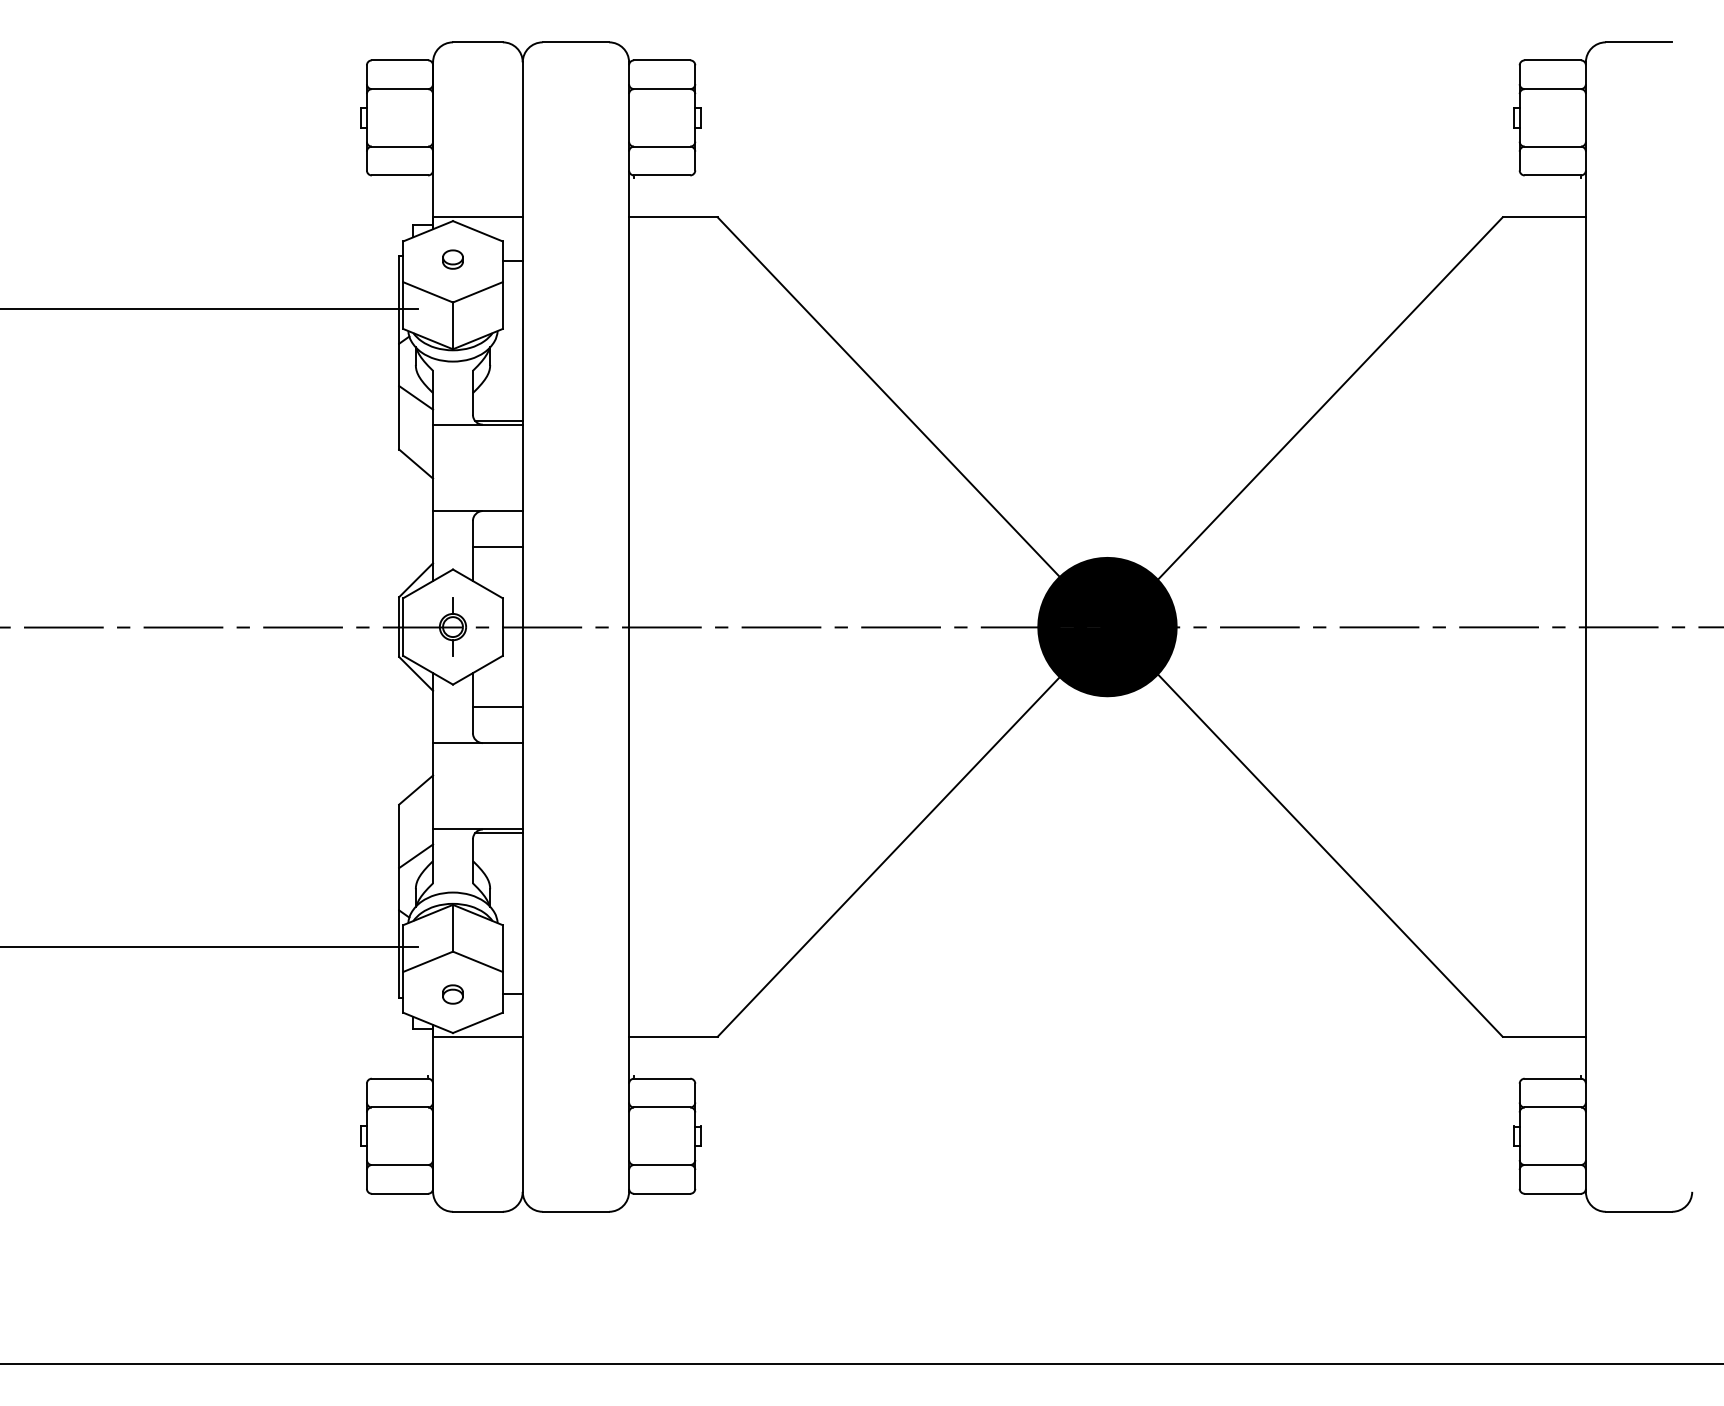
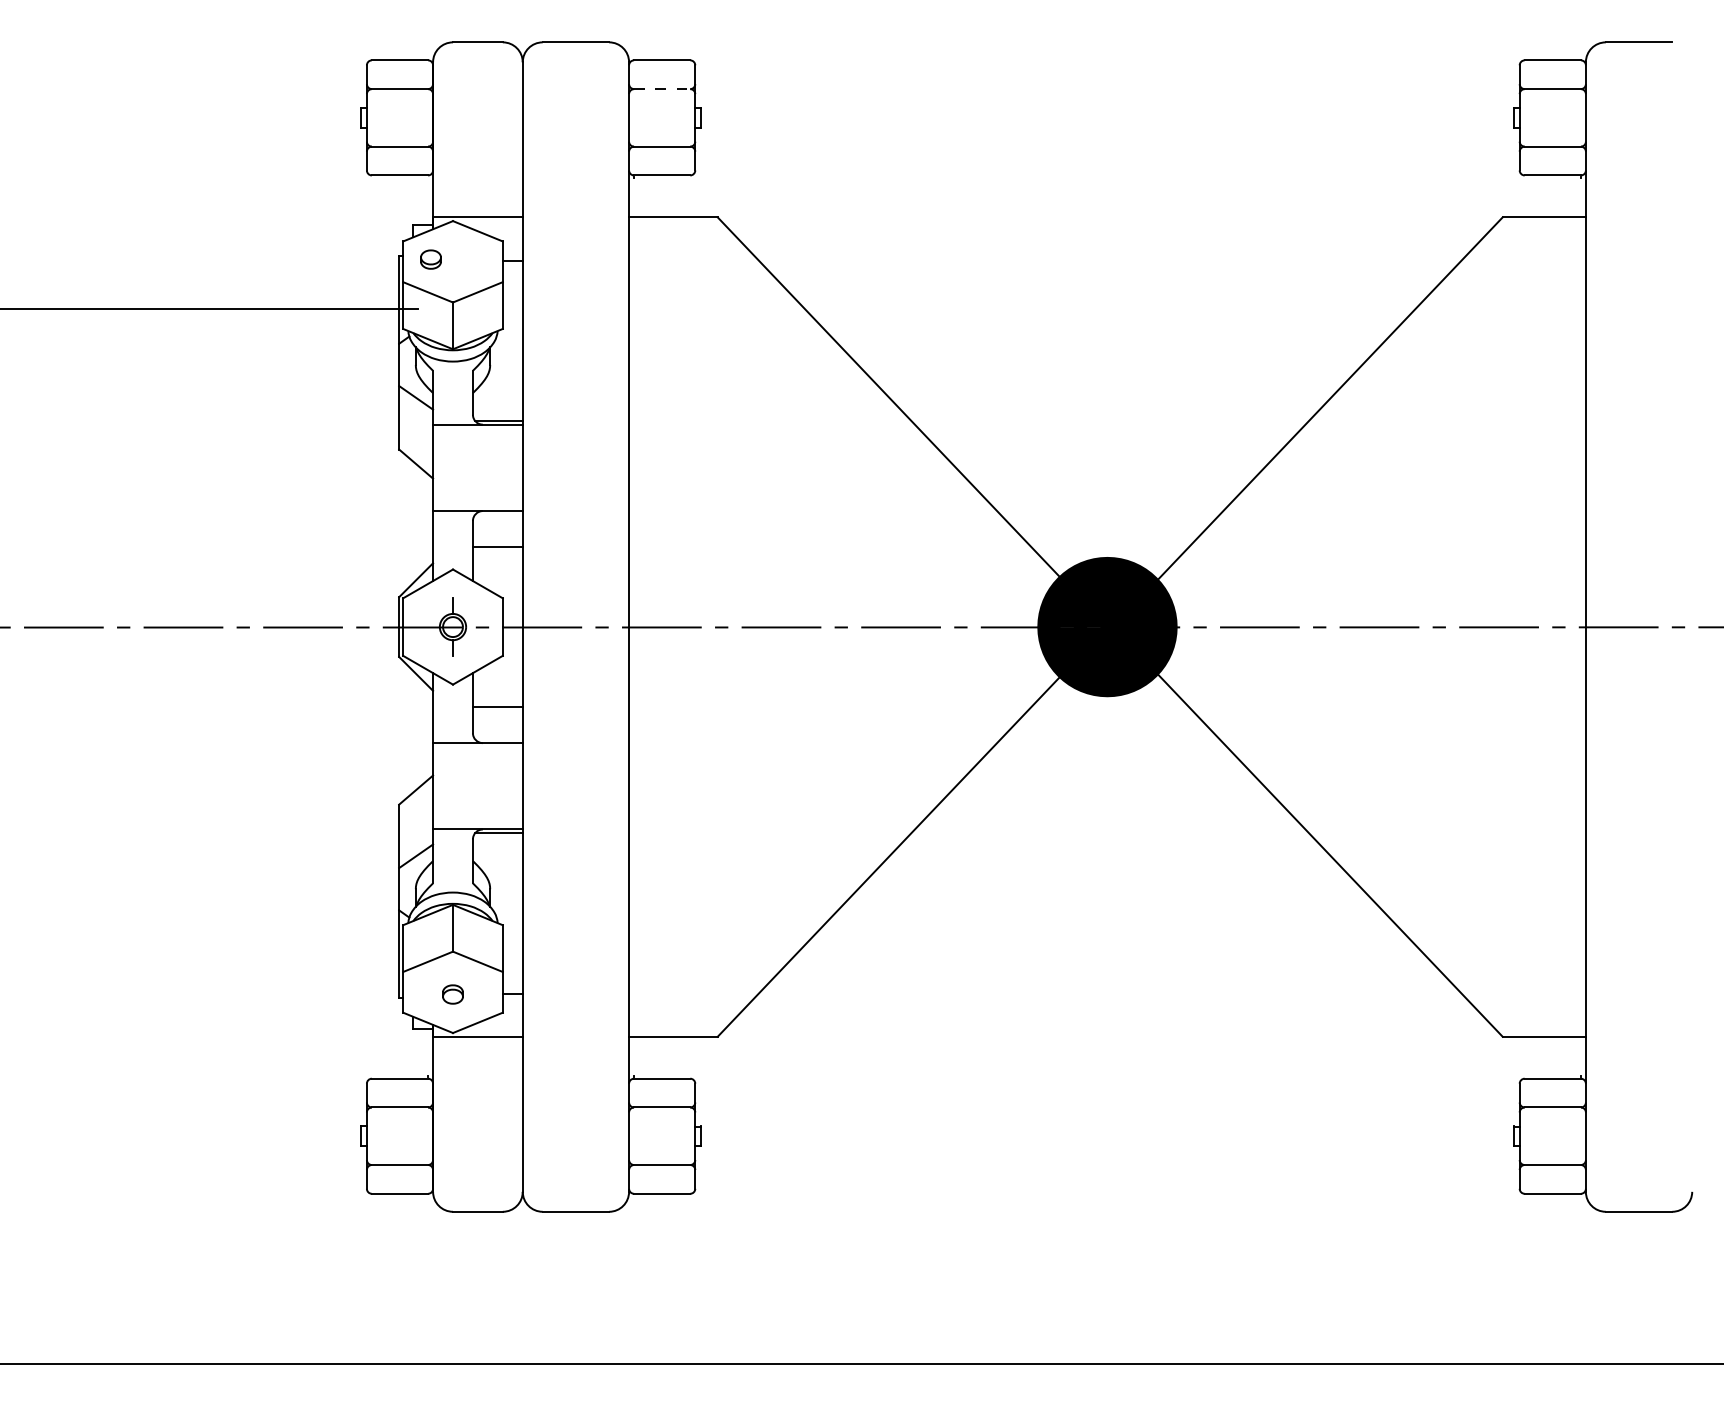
line at (662, 89): solid -> dashed
part at (452, 259) position: (452, 259) -> (430, 259)
line at (210, 947): present -> none
